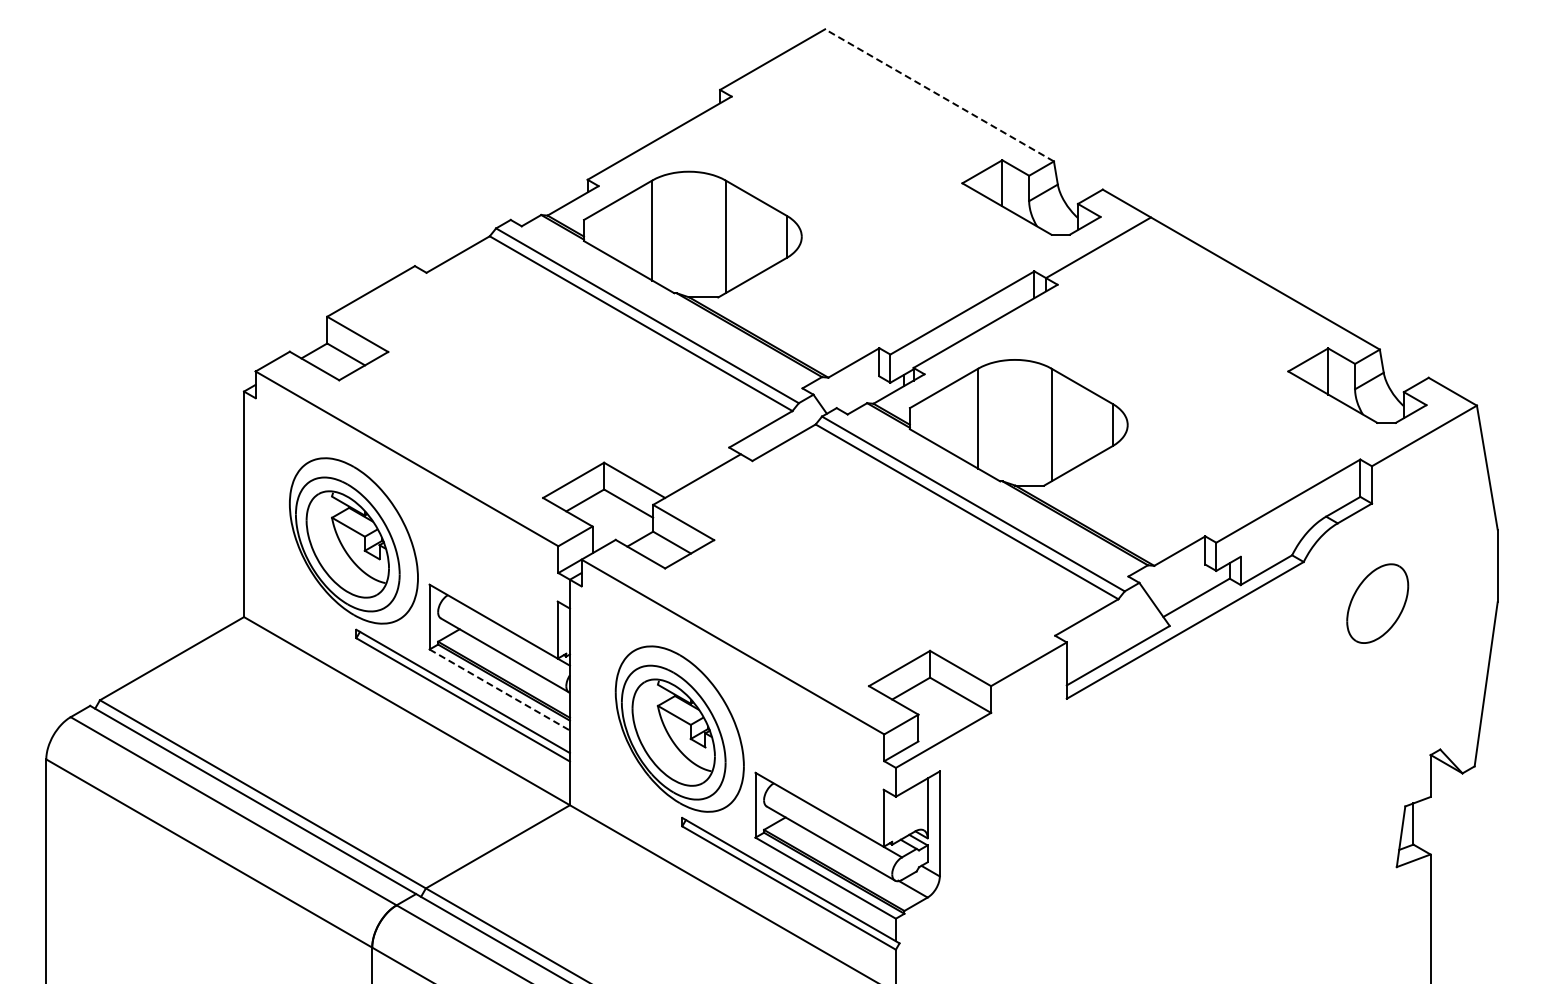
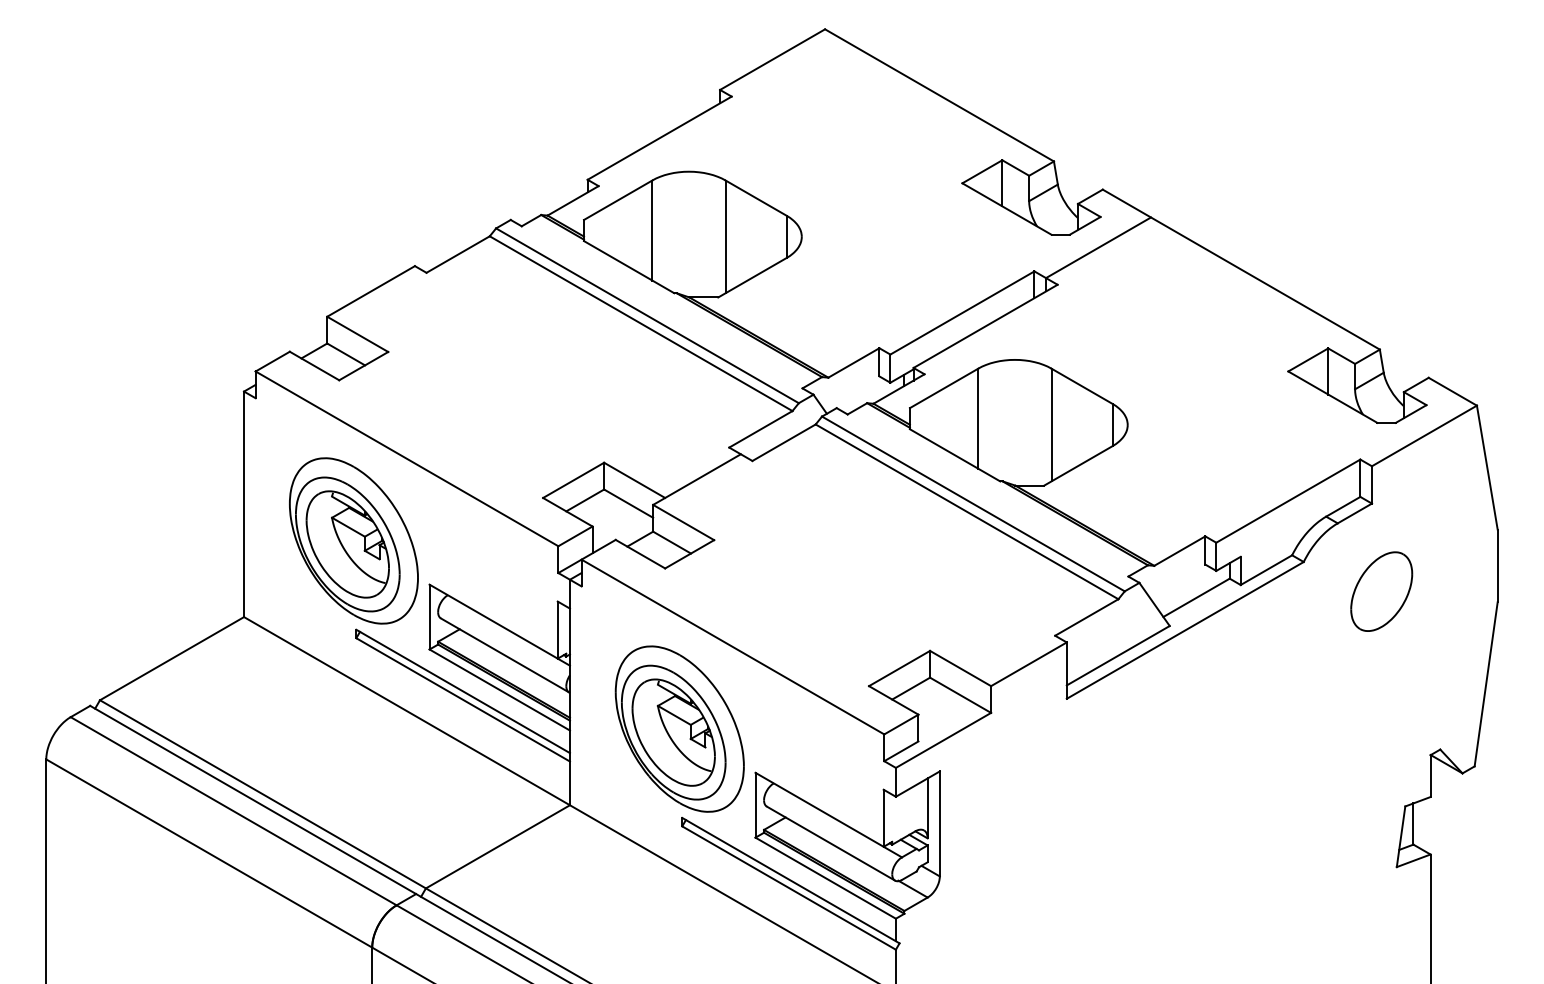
line at (939, 95): dashed -> solid
part at (1377, 603) position: (1377, 603) -> (1381, 591)
line at (500, 690): dashed -> solid
